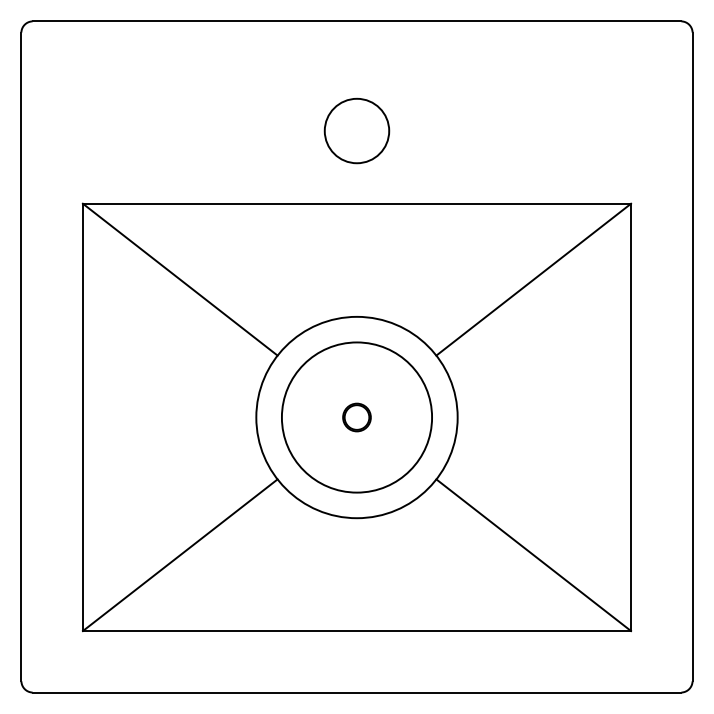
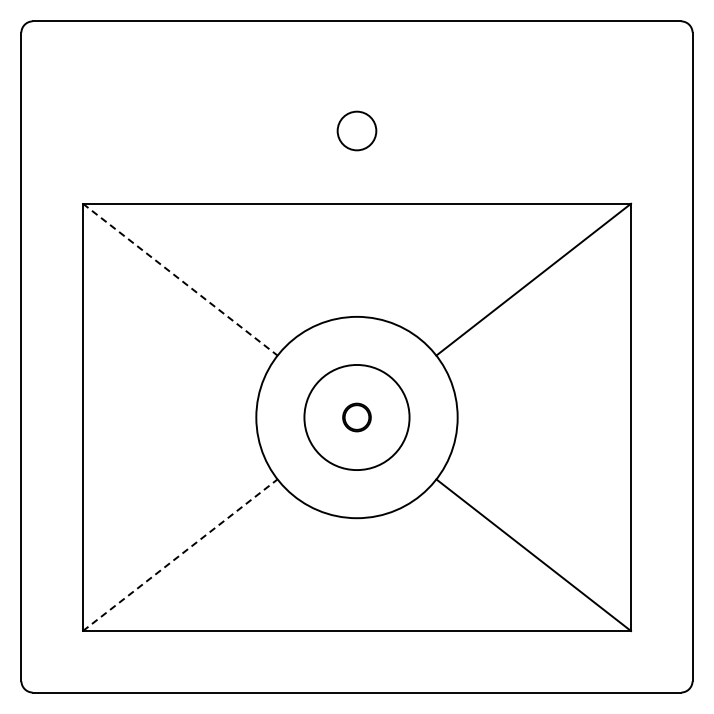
circle at (356, 130) size: 68x68 px -> 42x42 px
line at (180, 279): solid -> dashed
circle at (356, 417) diameter: 150 px -> 105 px
line at (180, 554): solid -> dashed
